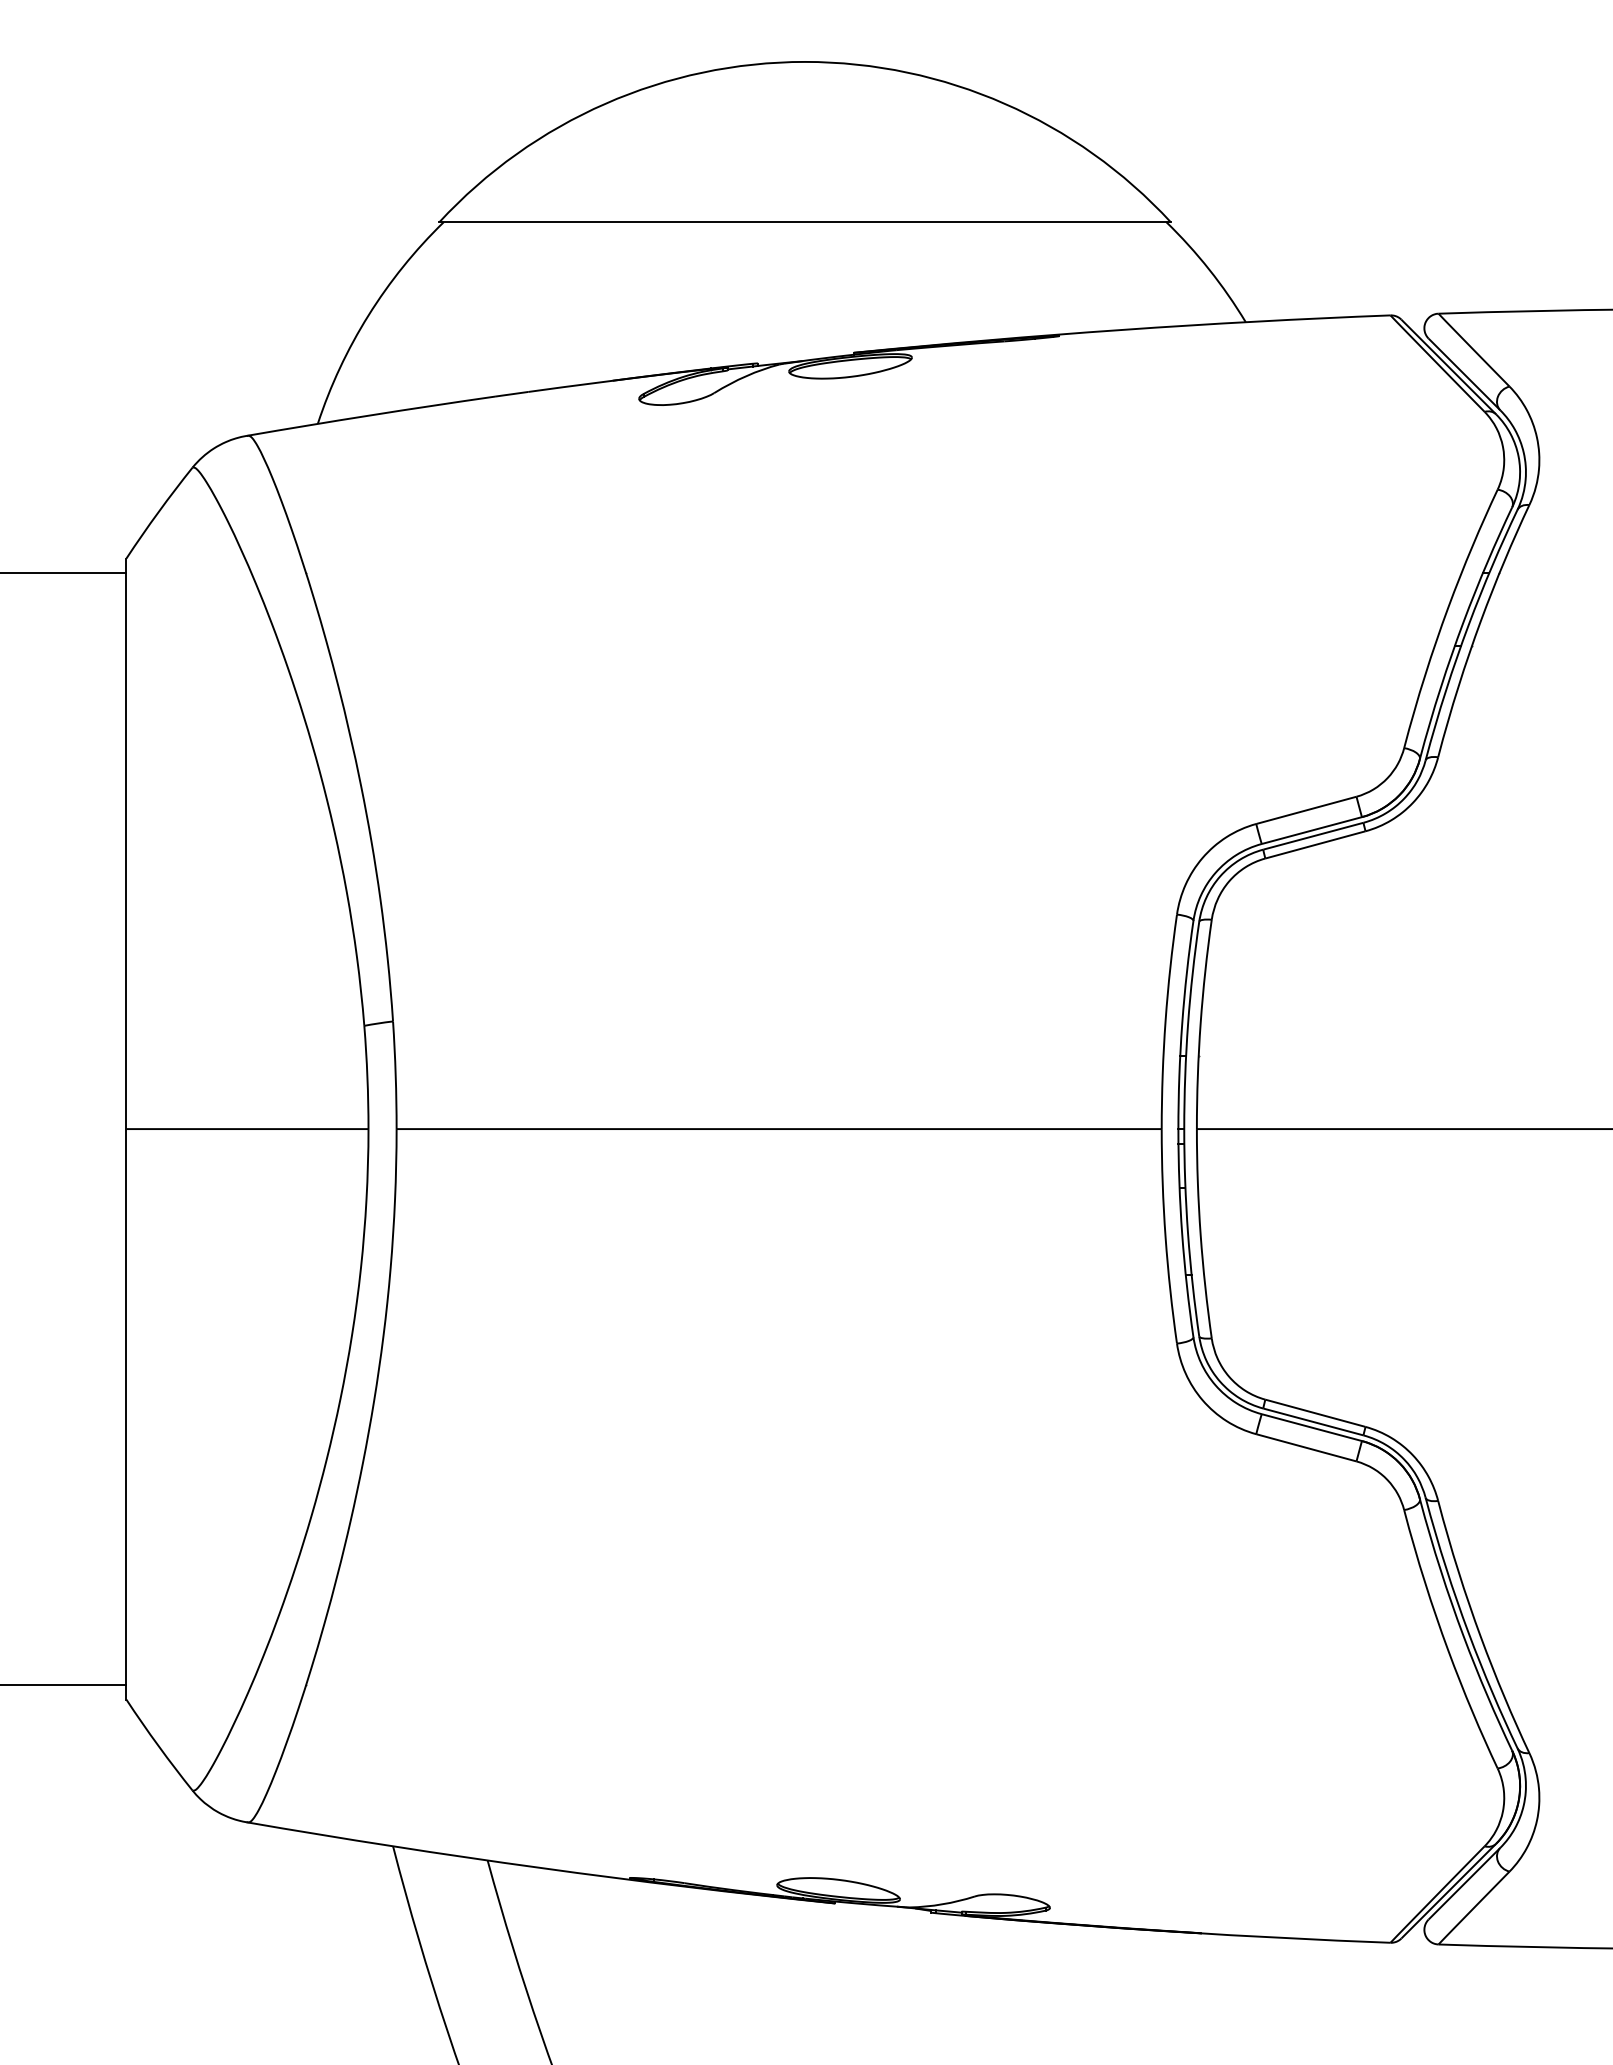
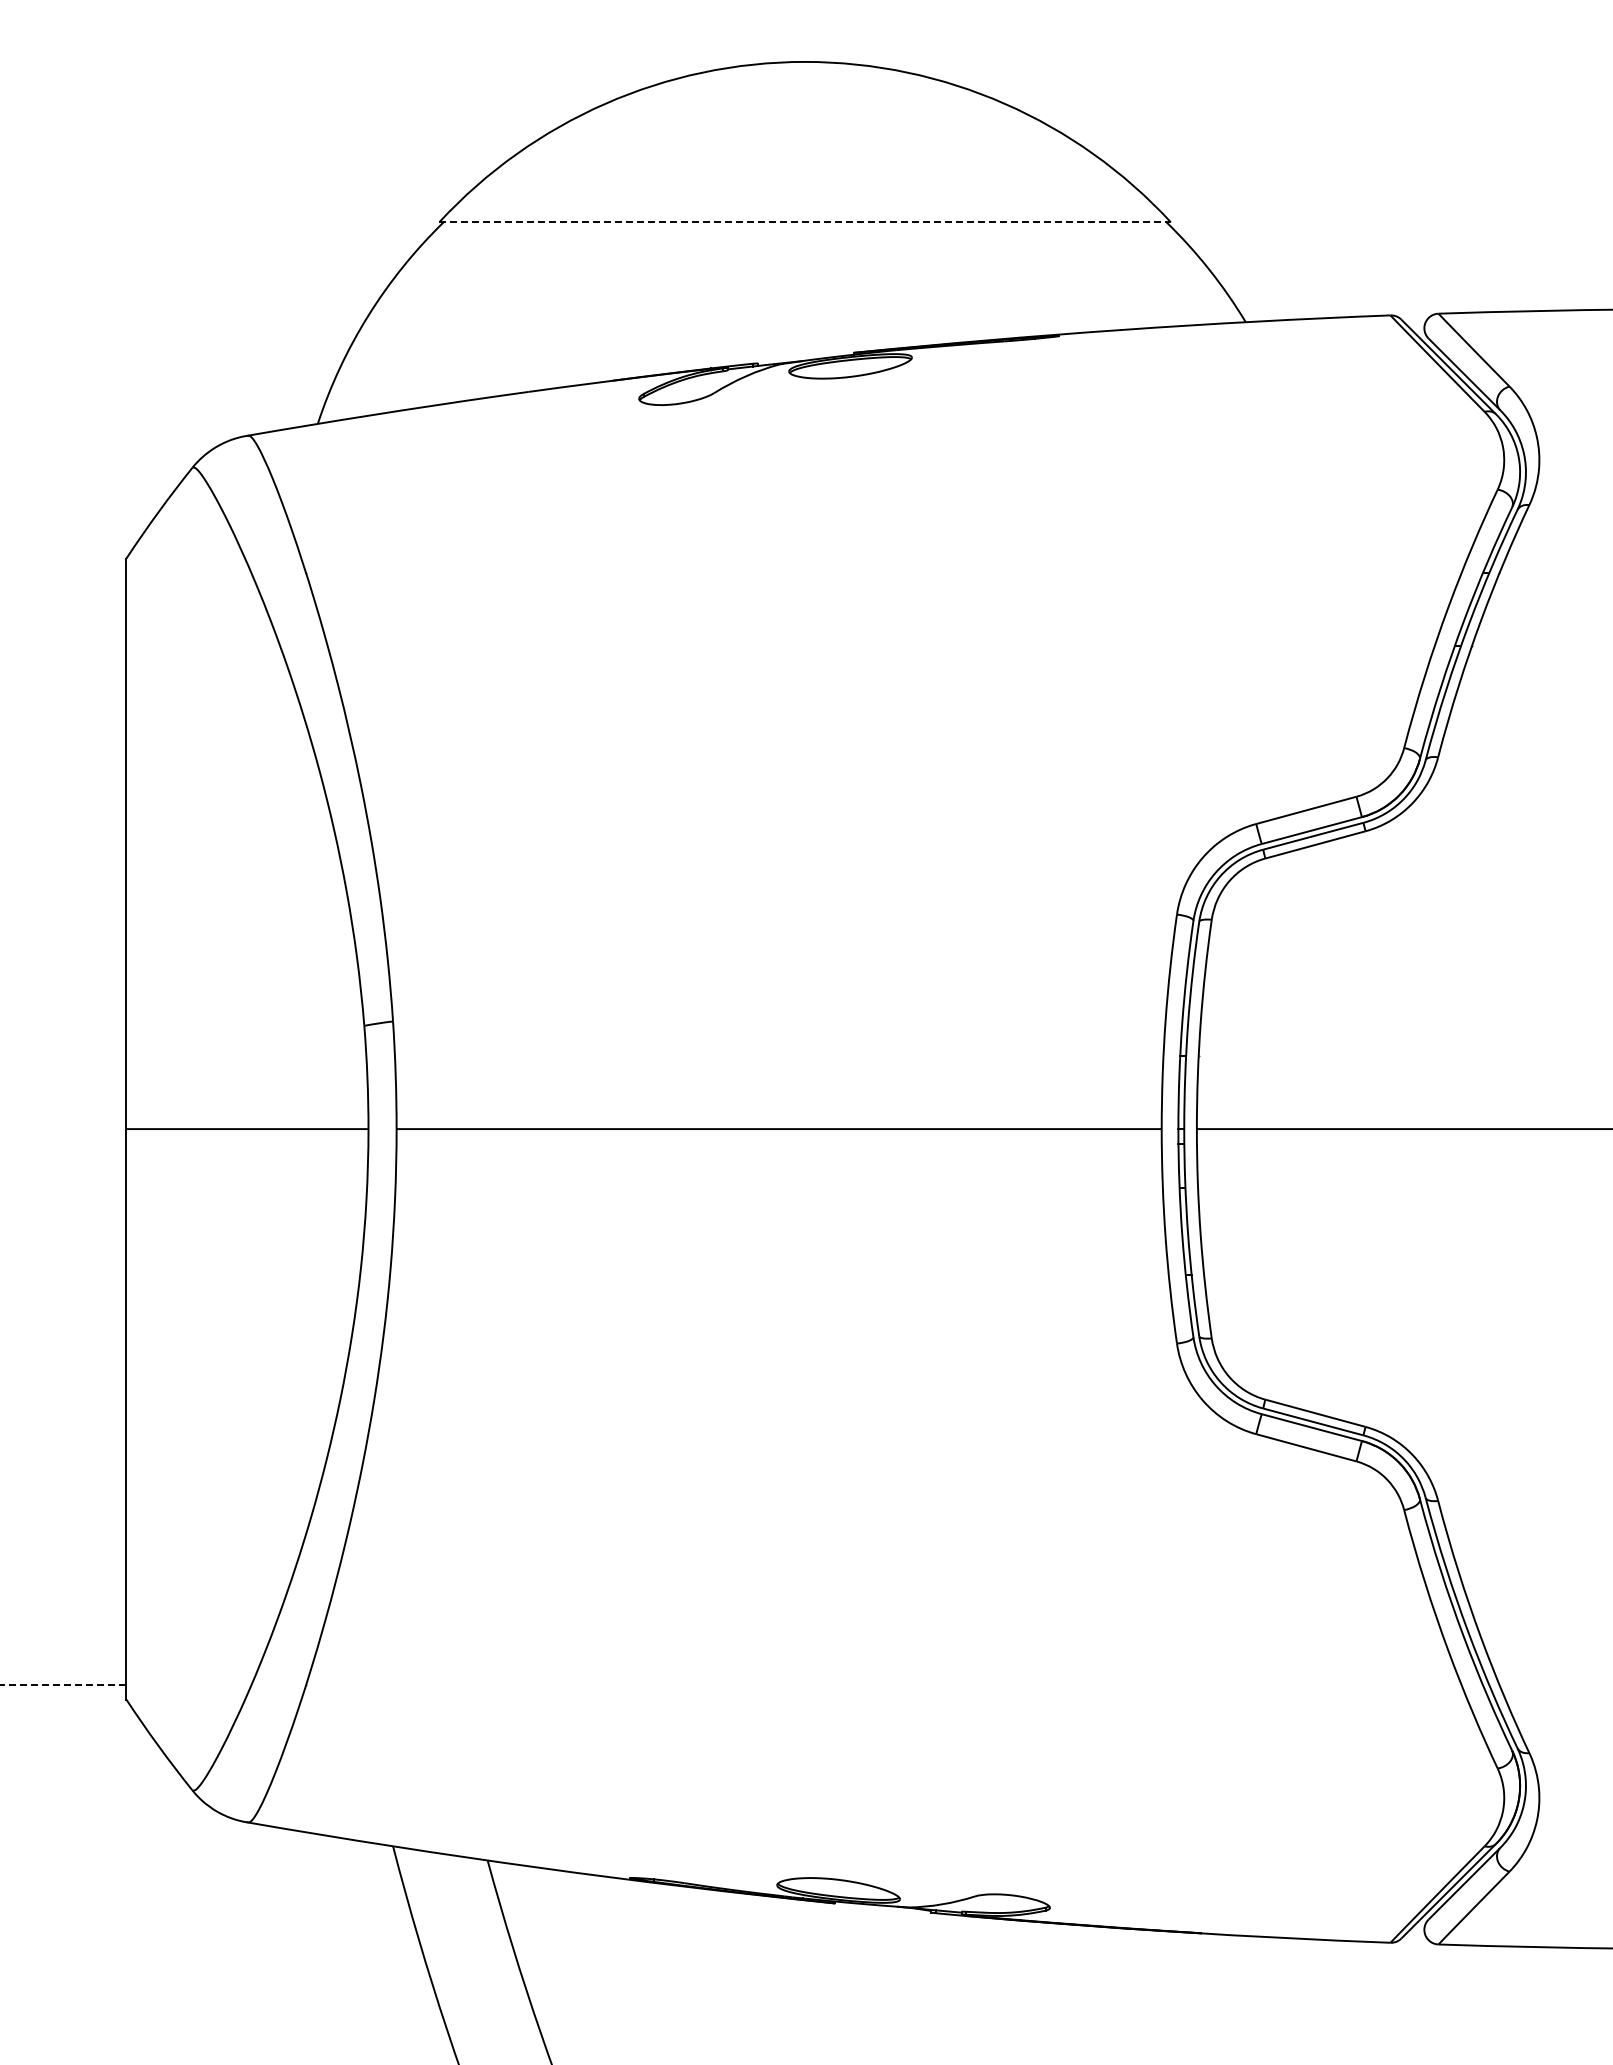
line at (805, 222): solid -> dashed
line at (64, 573): present -> none
line at (62, 1684): solid -> dashed
